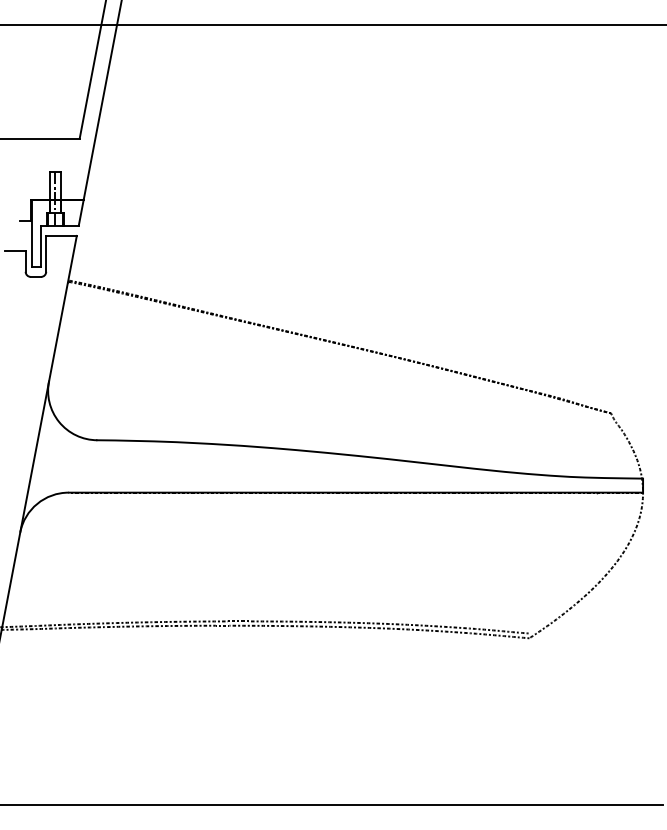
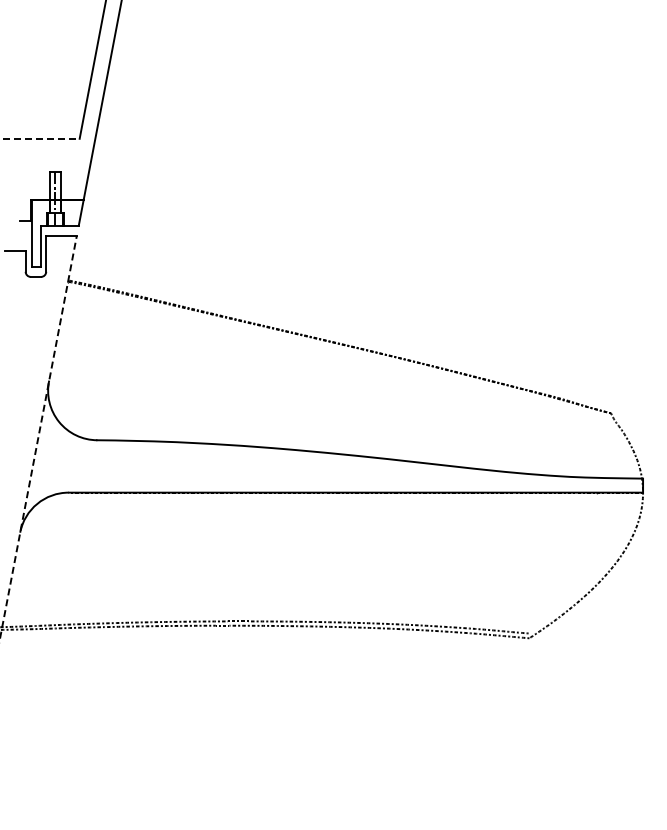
line at (332, 24): present -> none
line at (40, 138): solid -> dashed
line at (38, 437): solid -> dashed
line at (332, 805): present -> none
